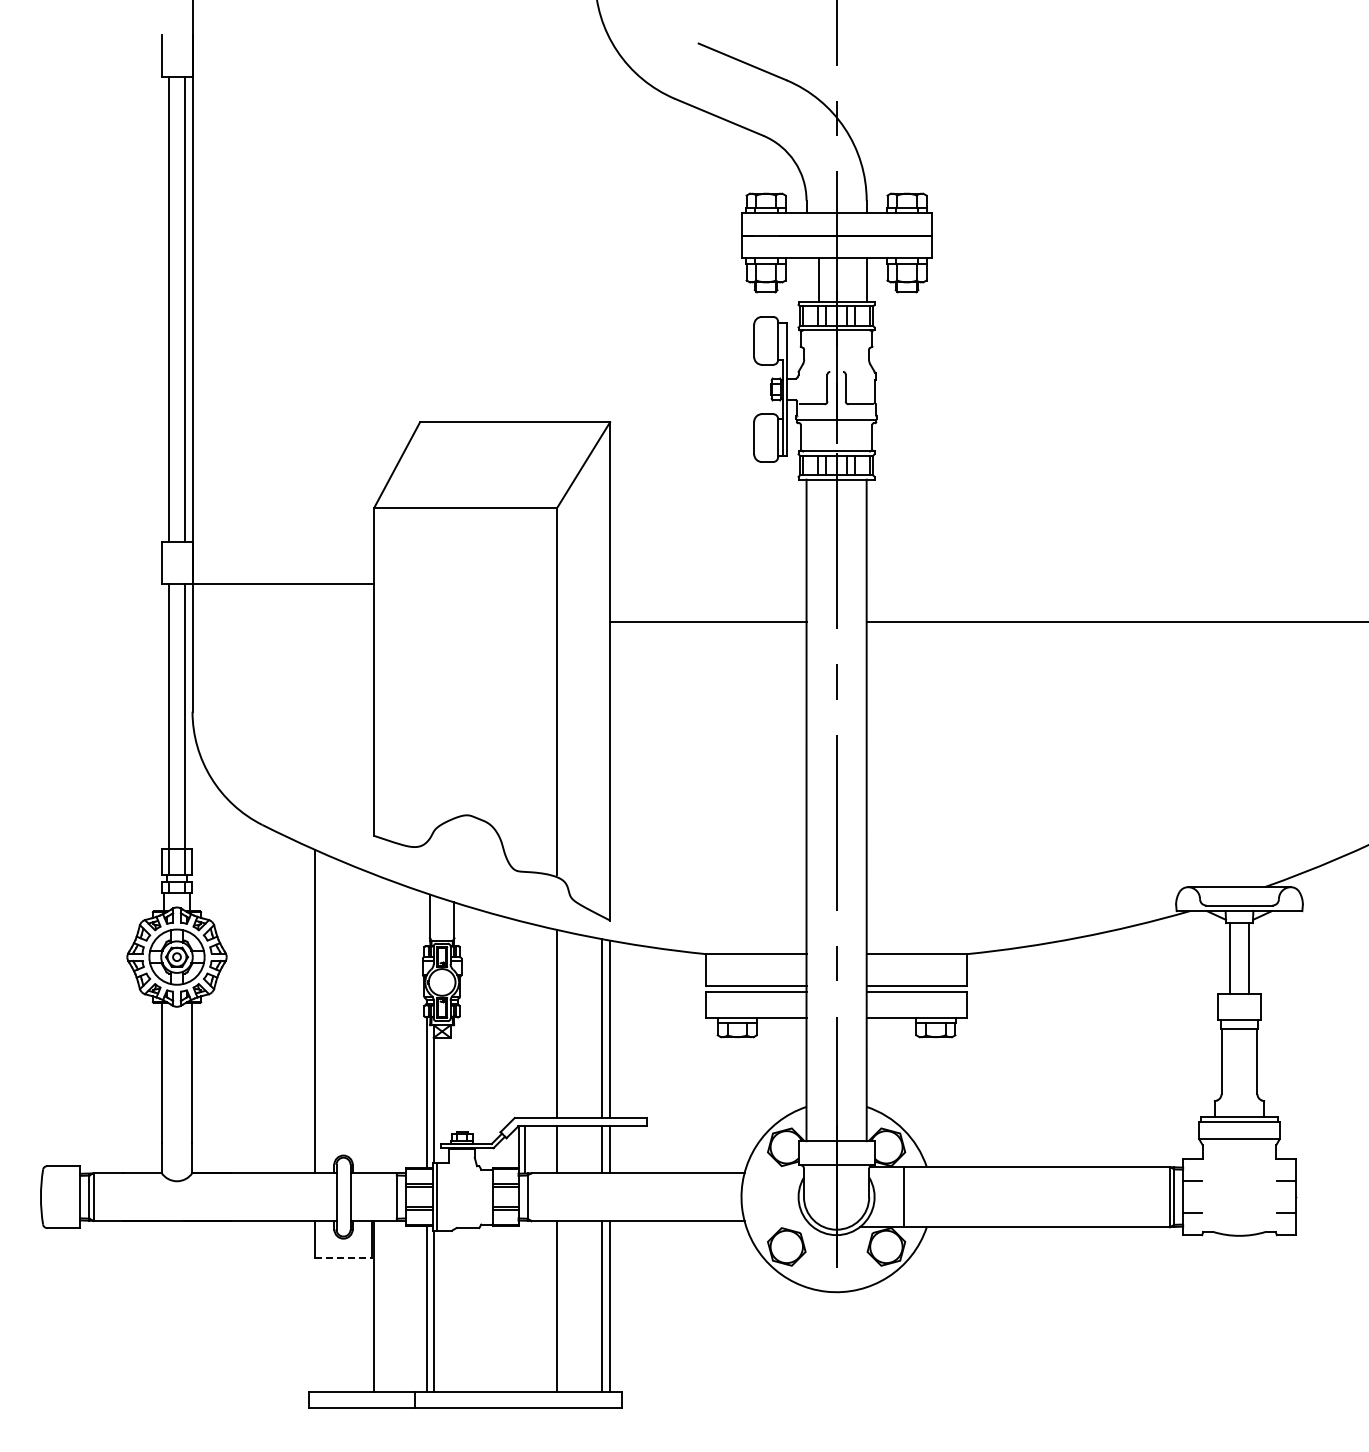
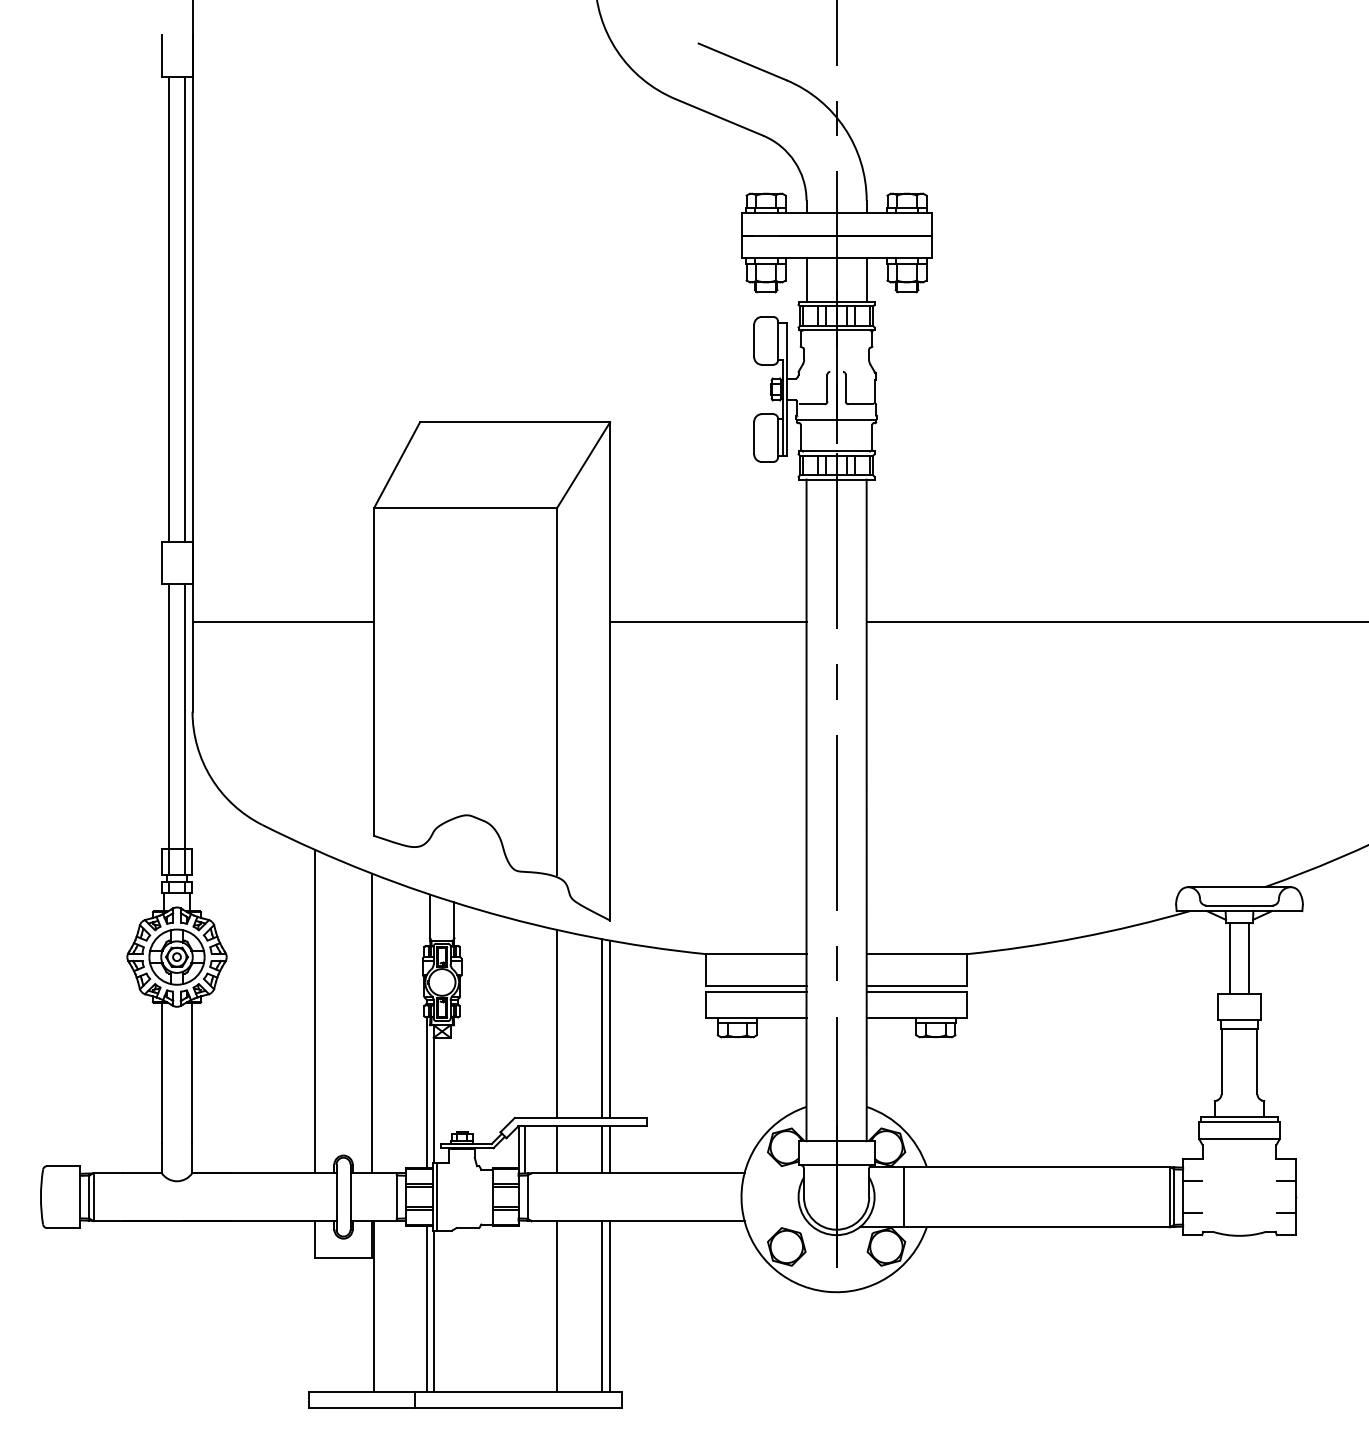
line at (818, 280) position: (818, 280) -> (806, 280)
line at (283, 584) position: (283, 584) -> (283, 622)
line at (371, 1023): none -> present
line at (344, 1257): dashed -> solid
